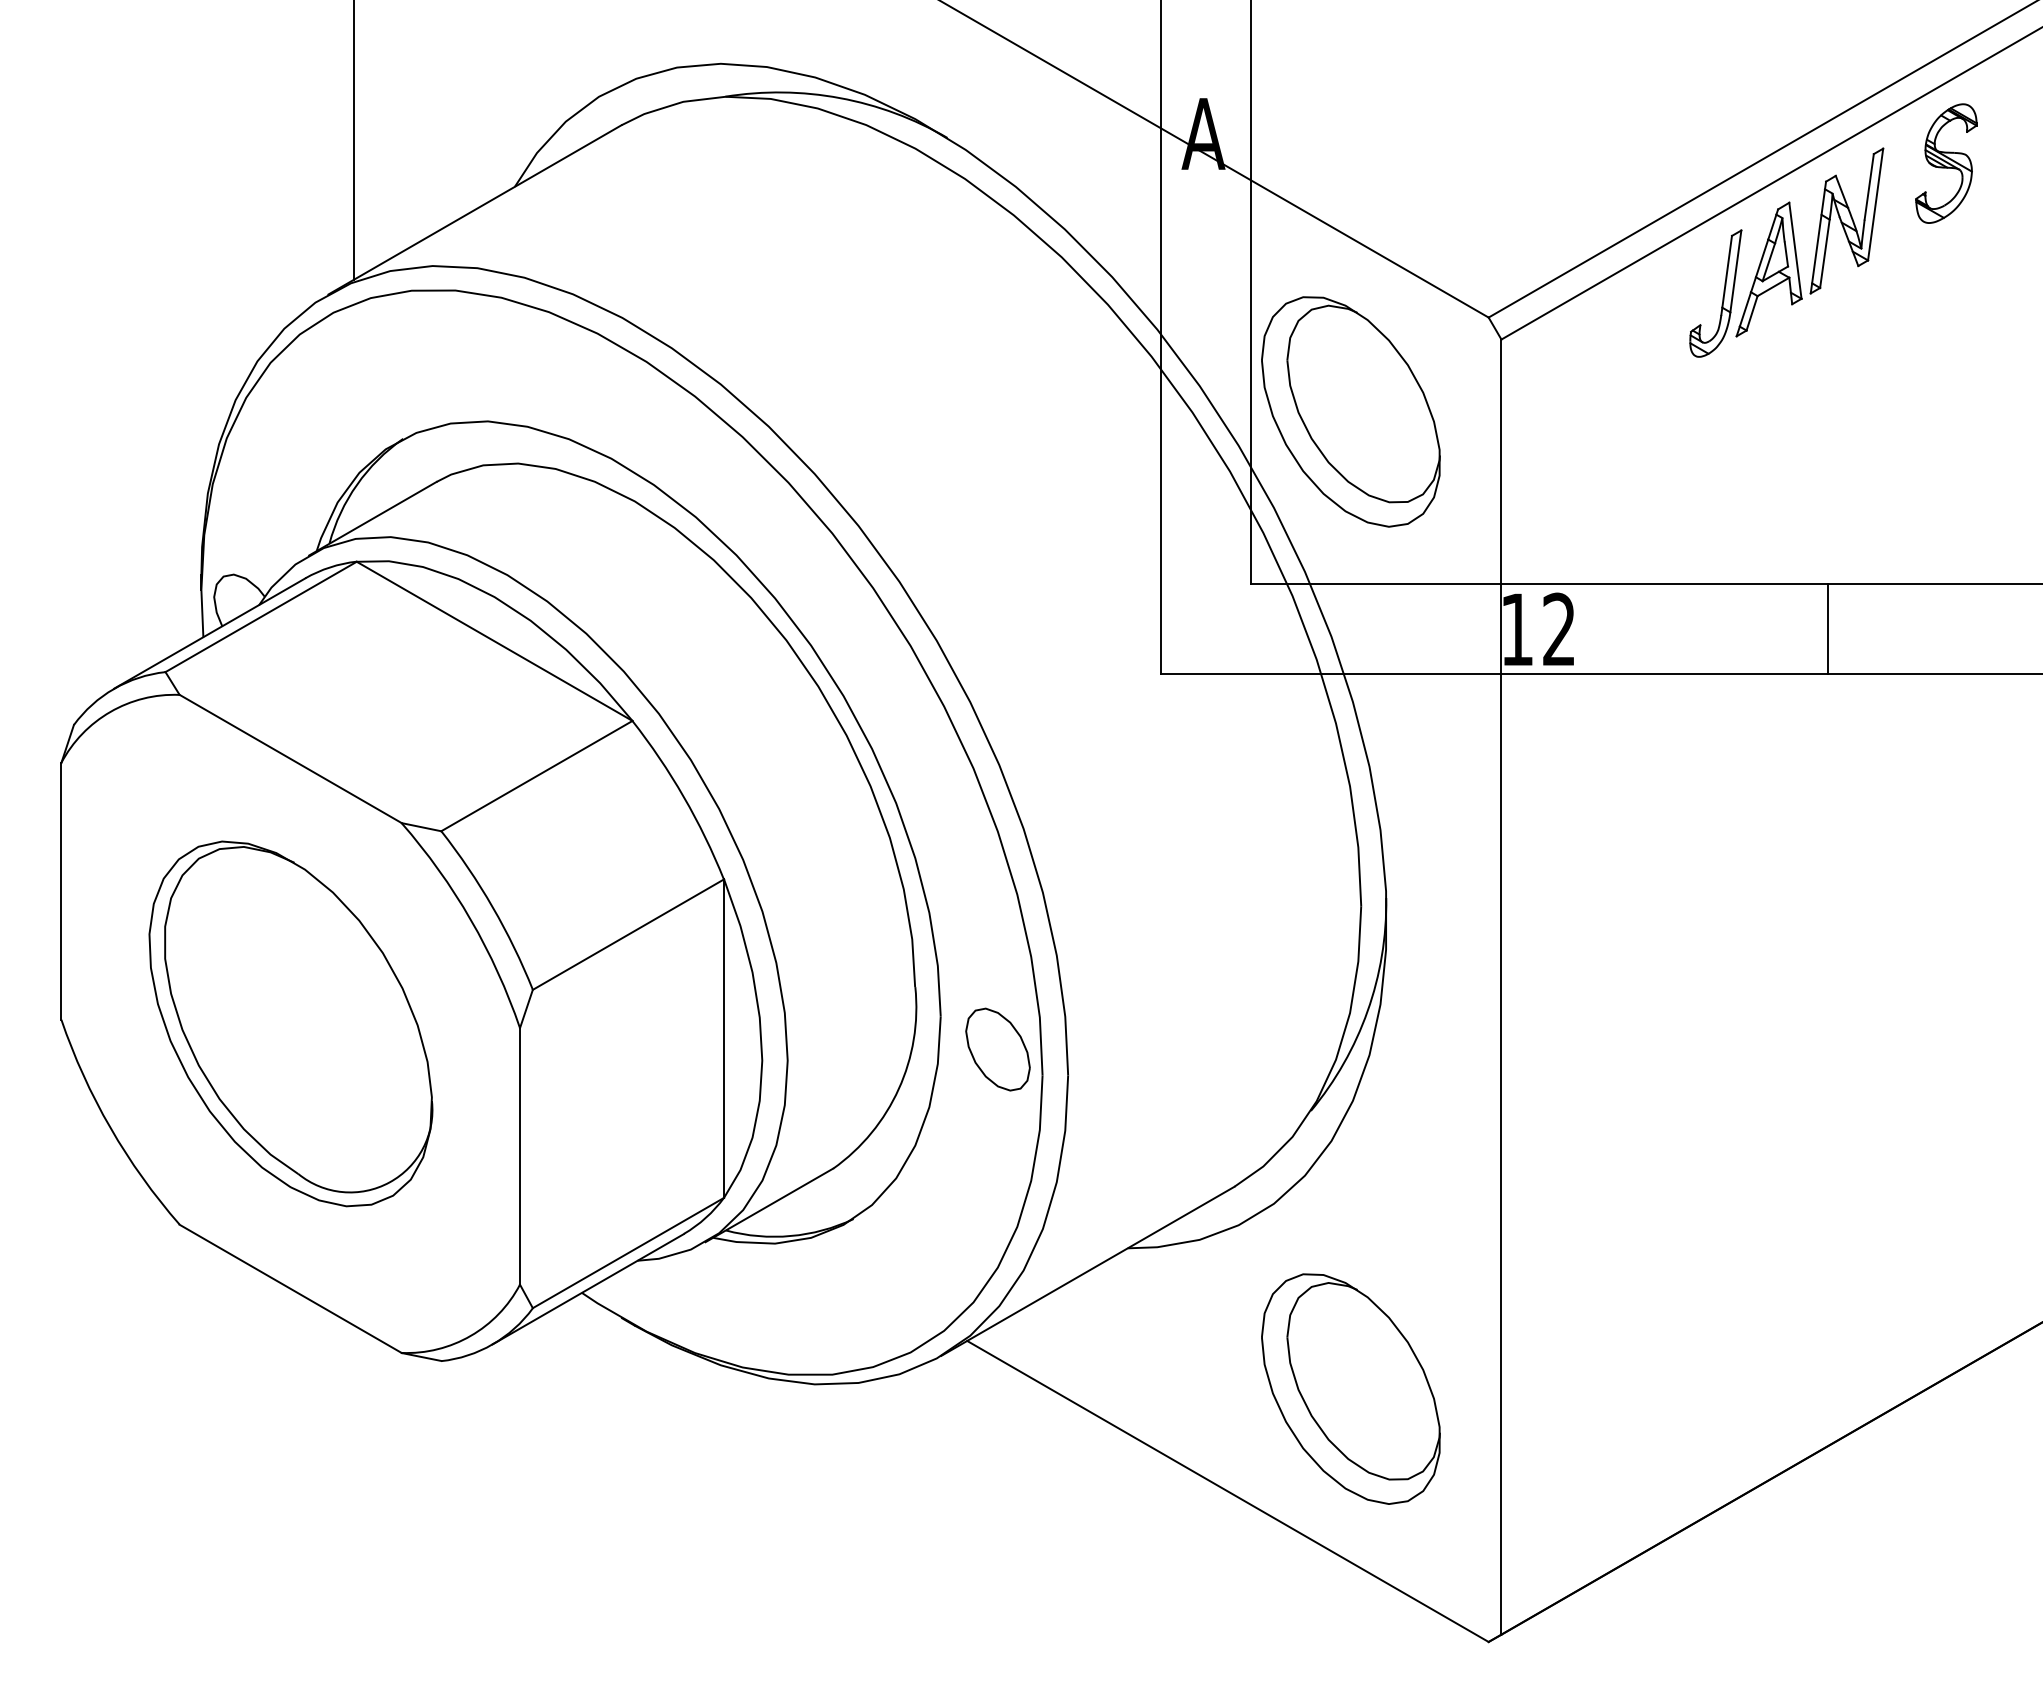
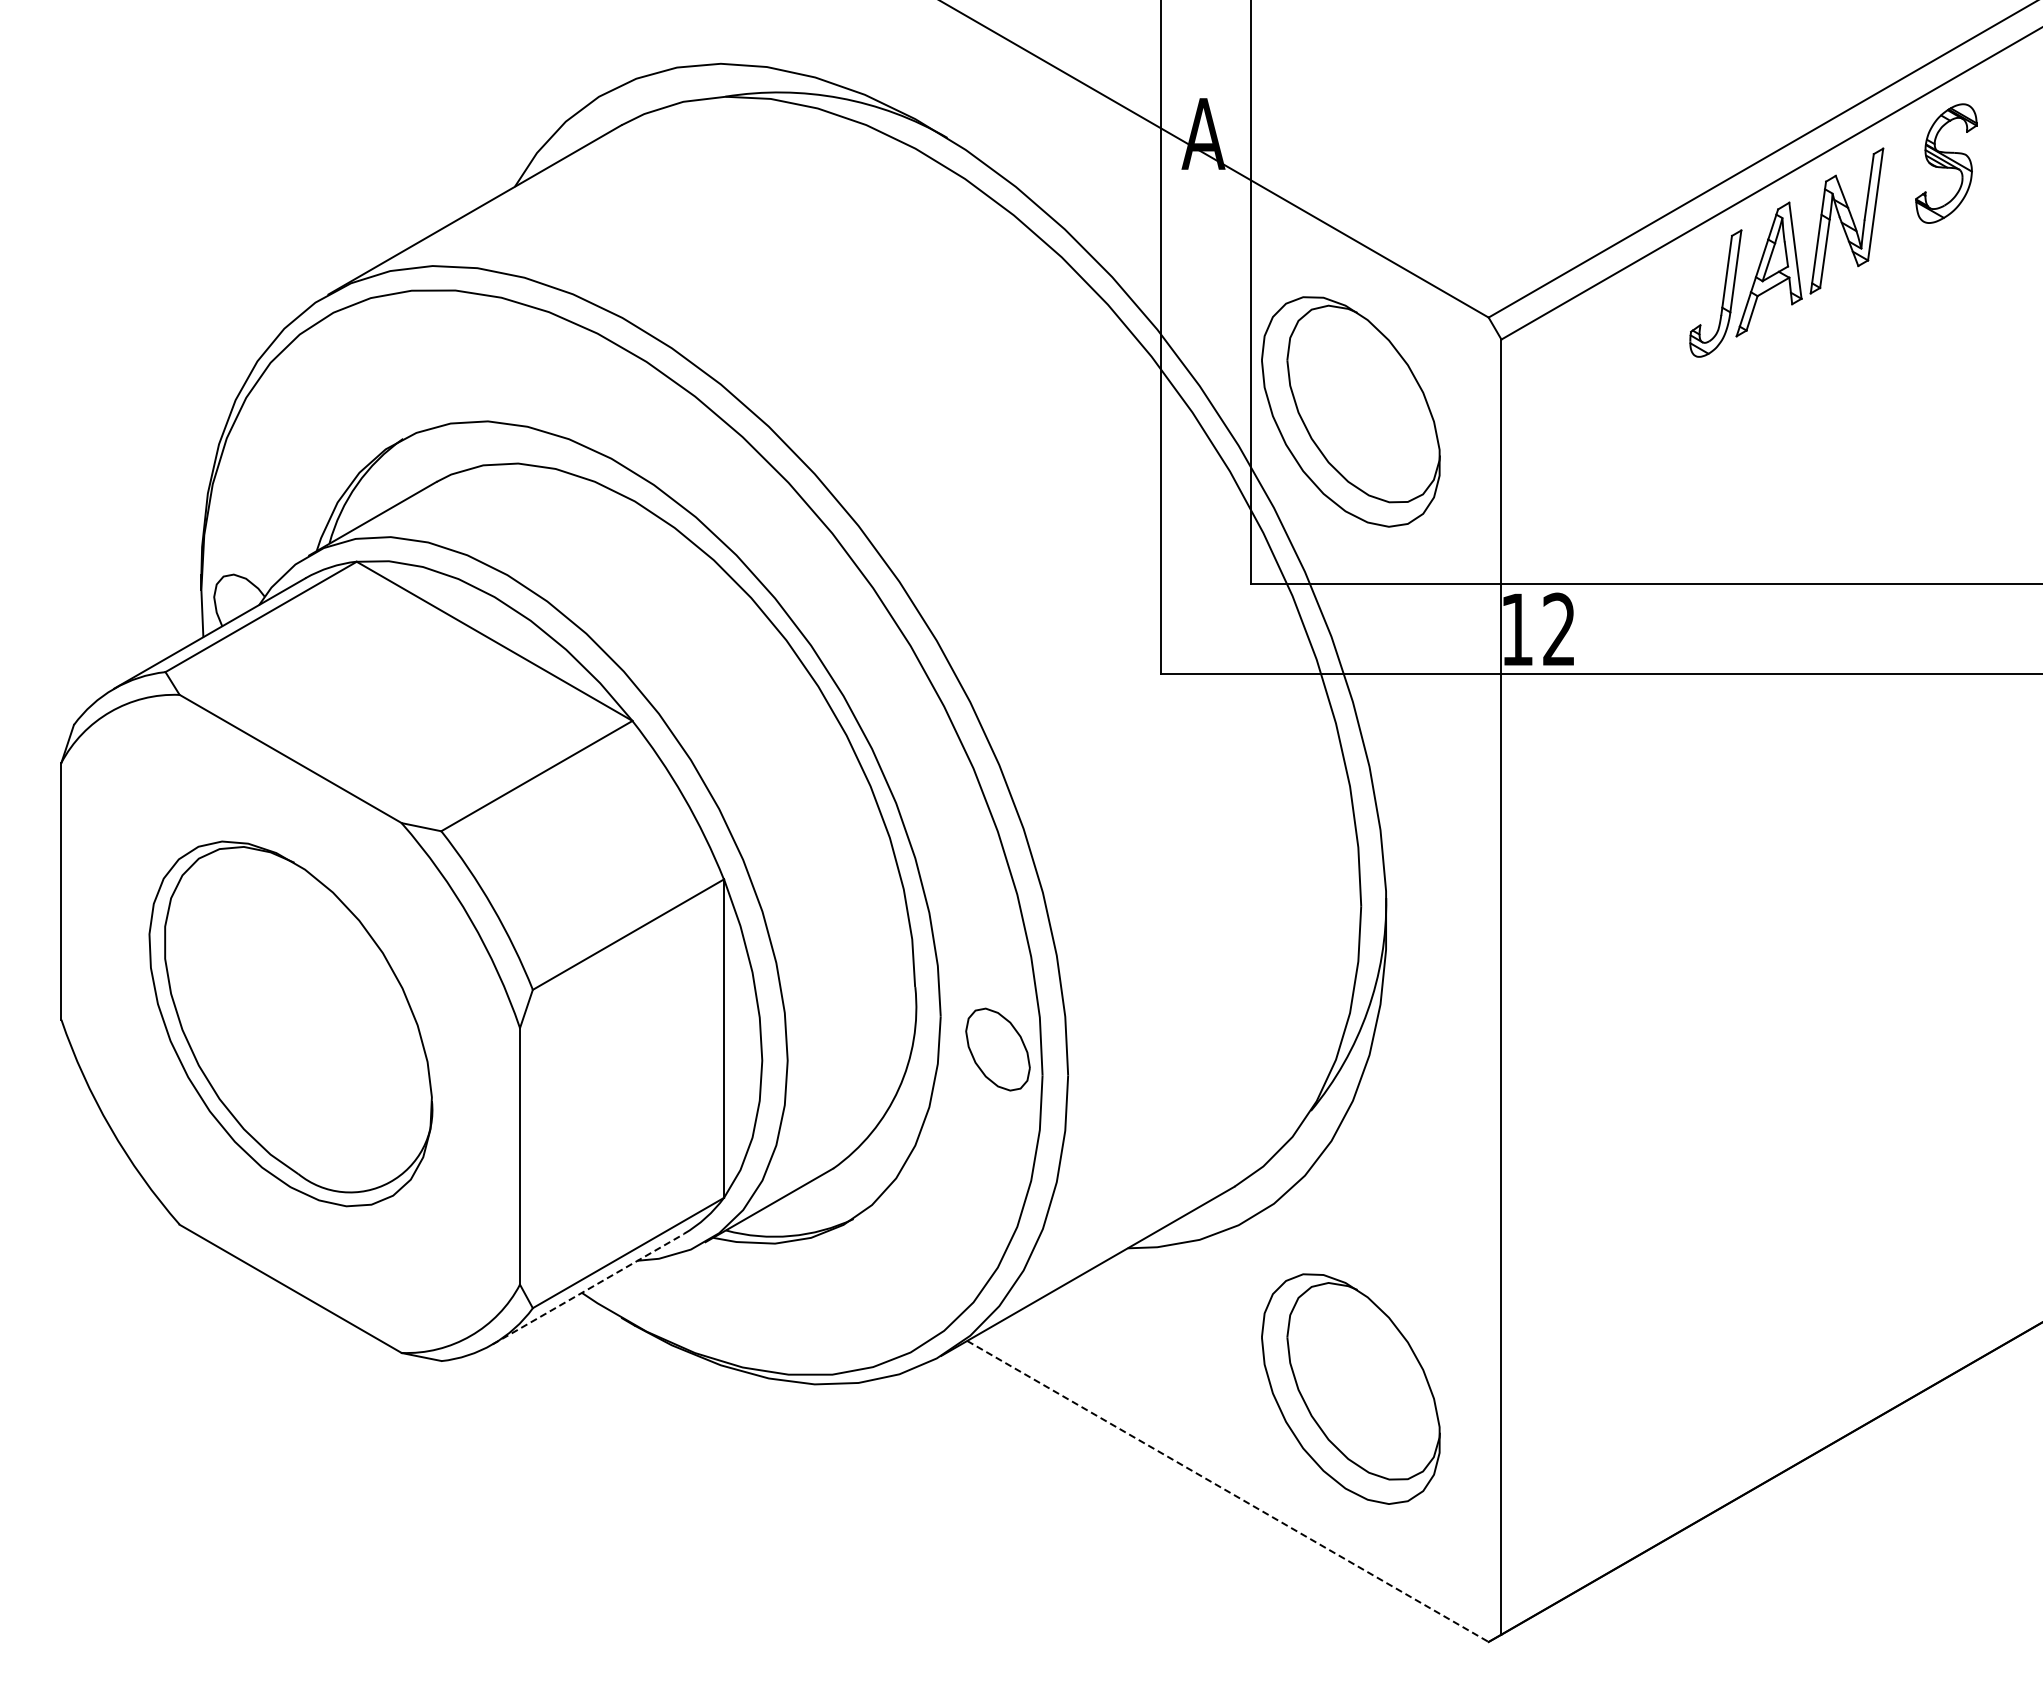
line at (354, 140): present -> none
line at (1828, 629): present -> none
line at (588, 1288): solid -> dashed
line at (1228, 1491): solid -> dashed
